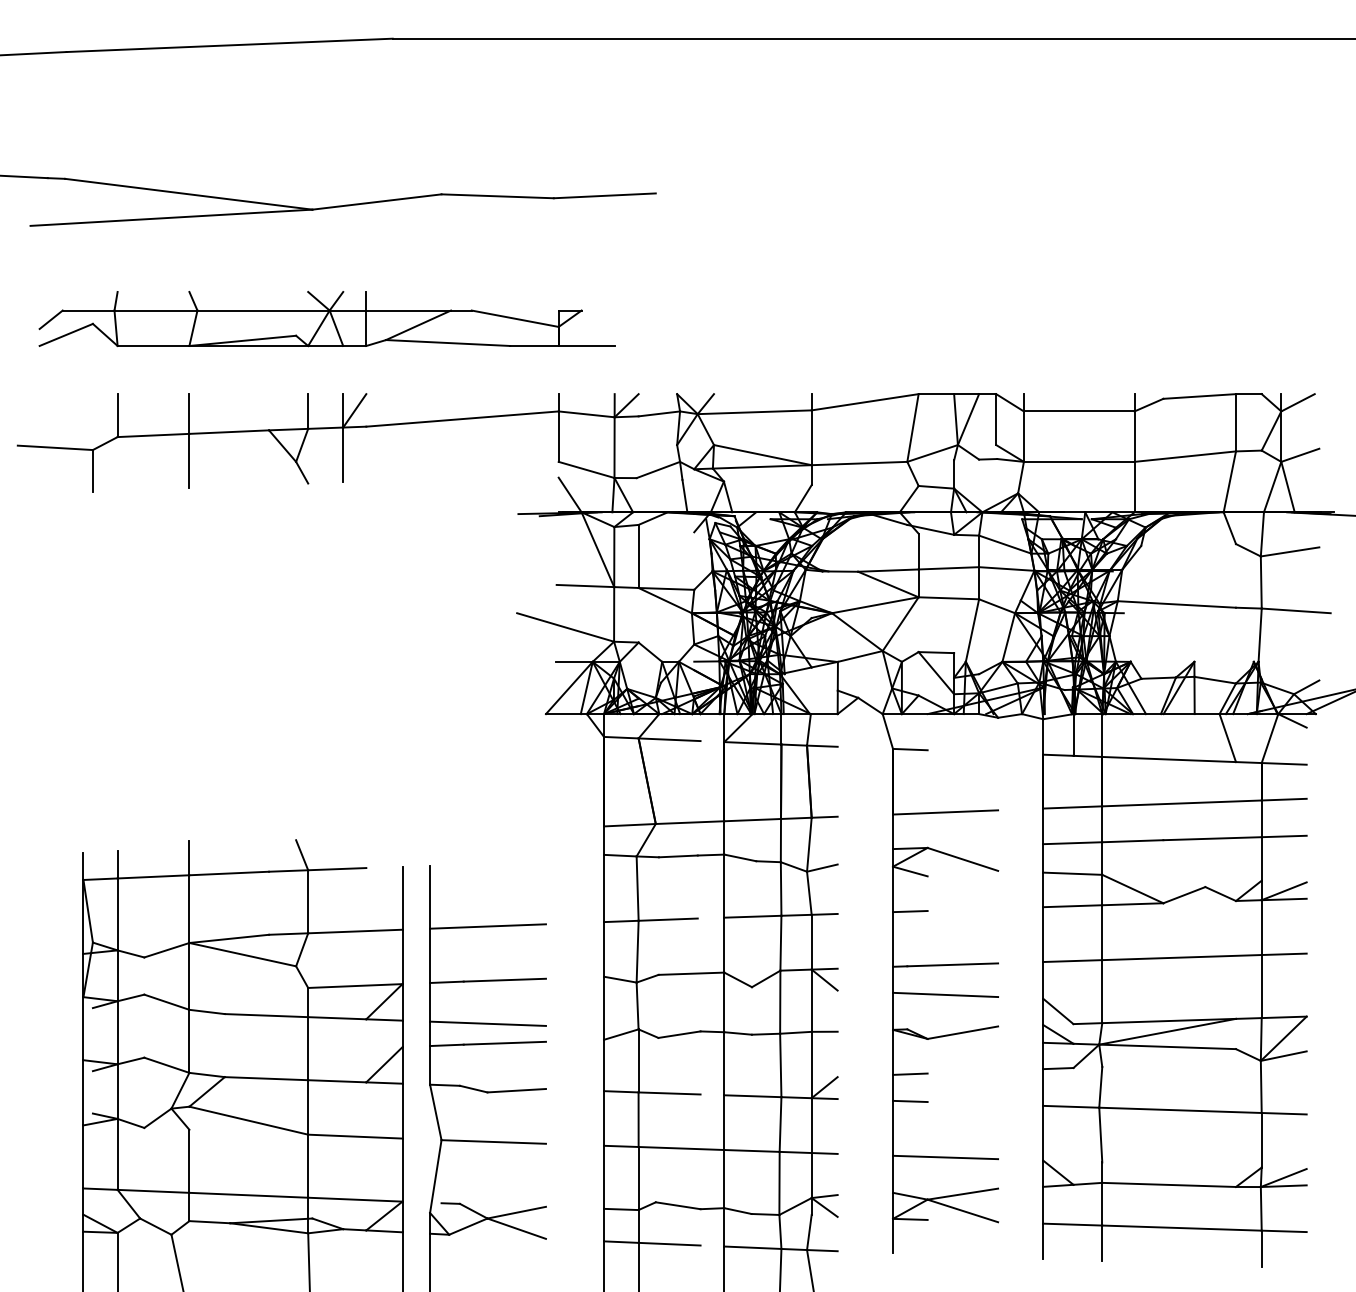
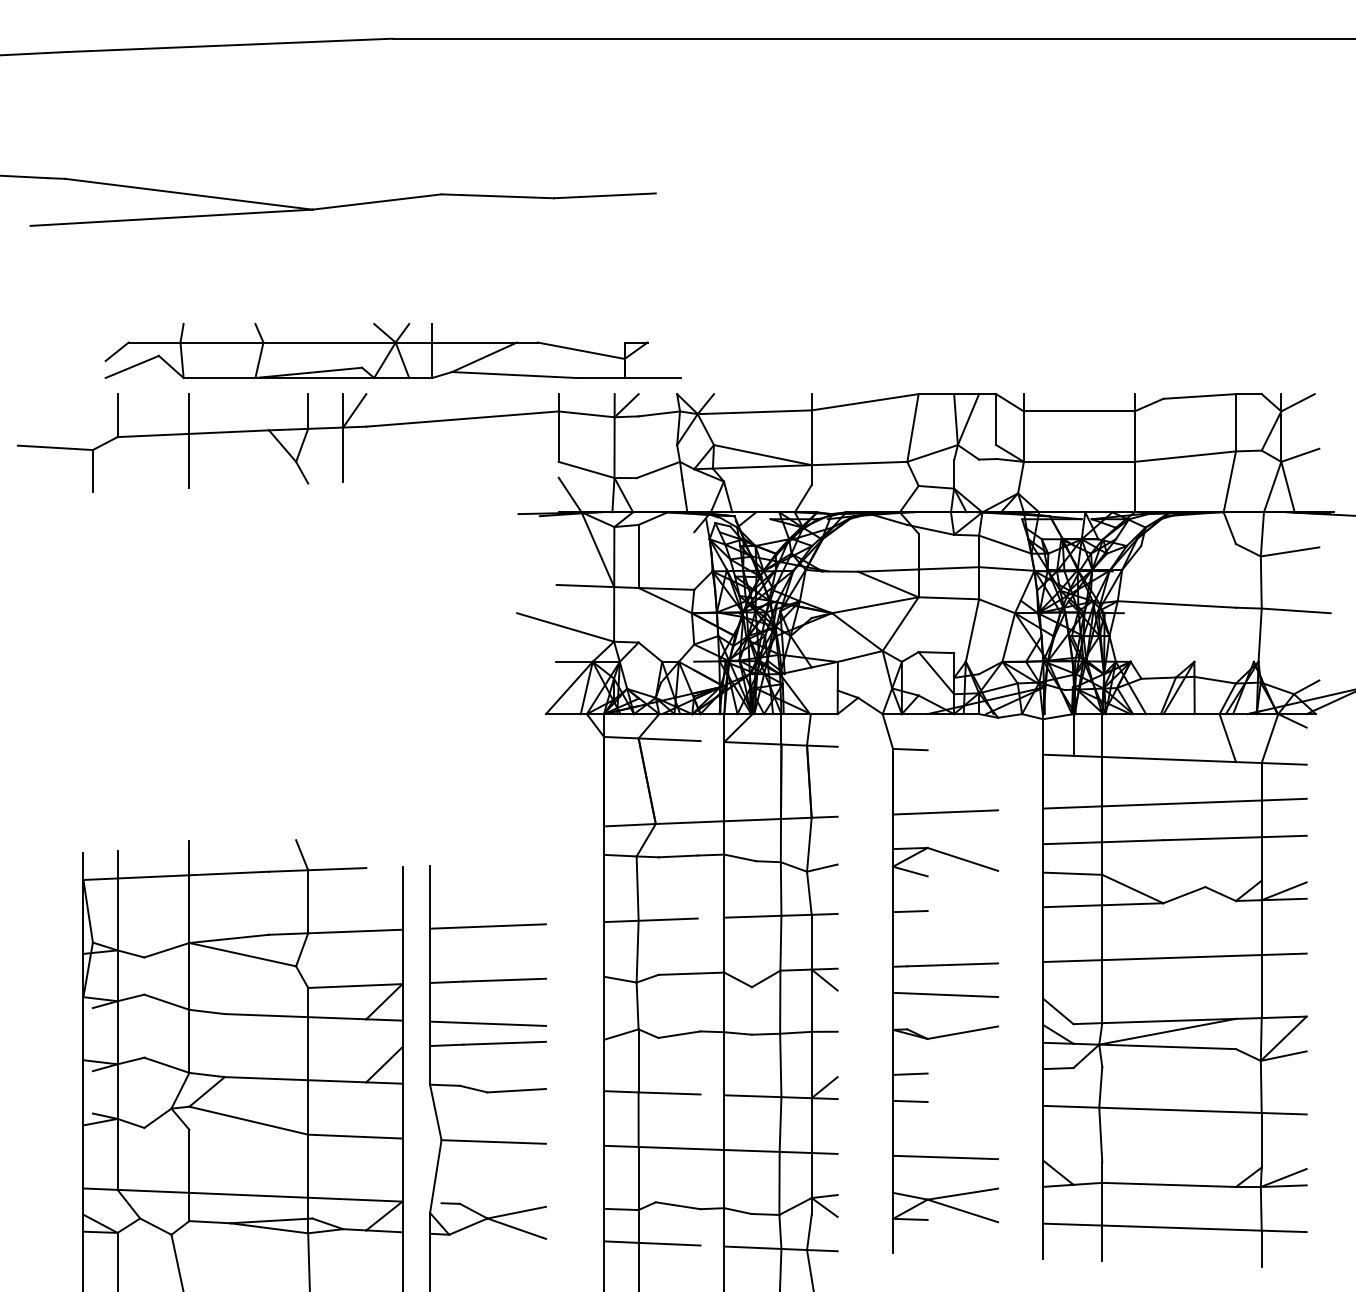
part at (326, 319) position: (326, 319) -> (392, 351)
